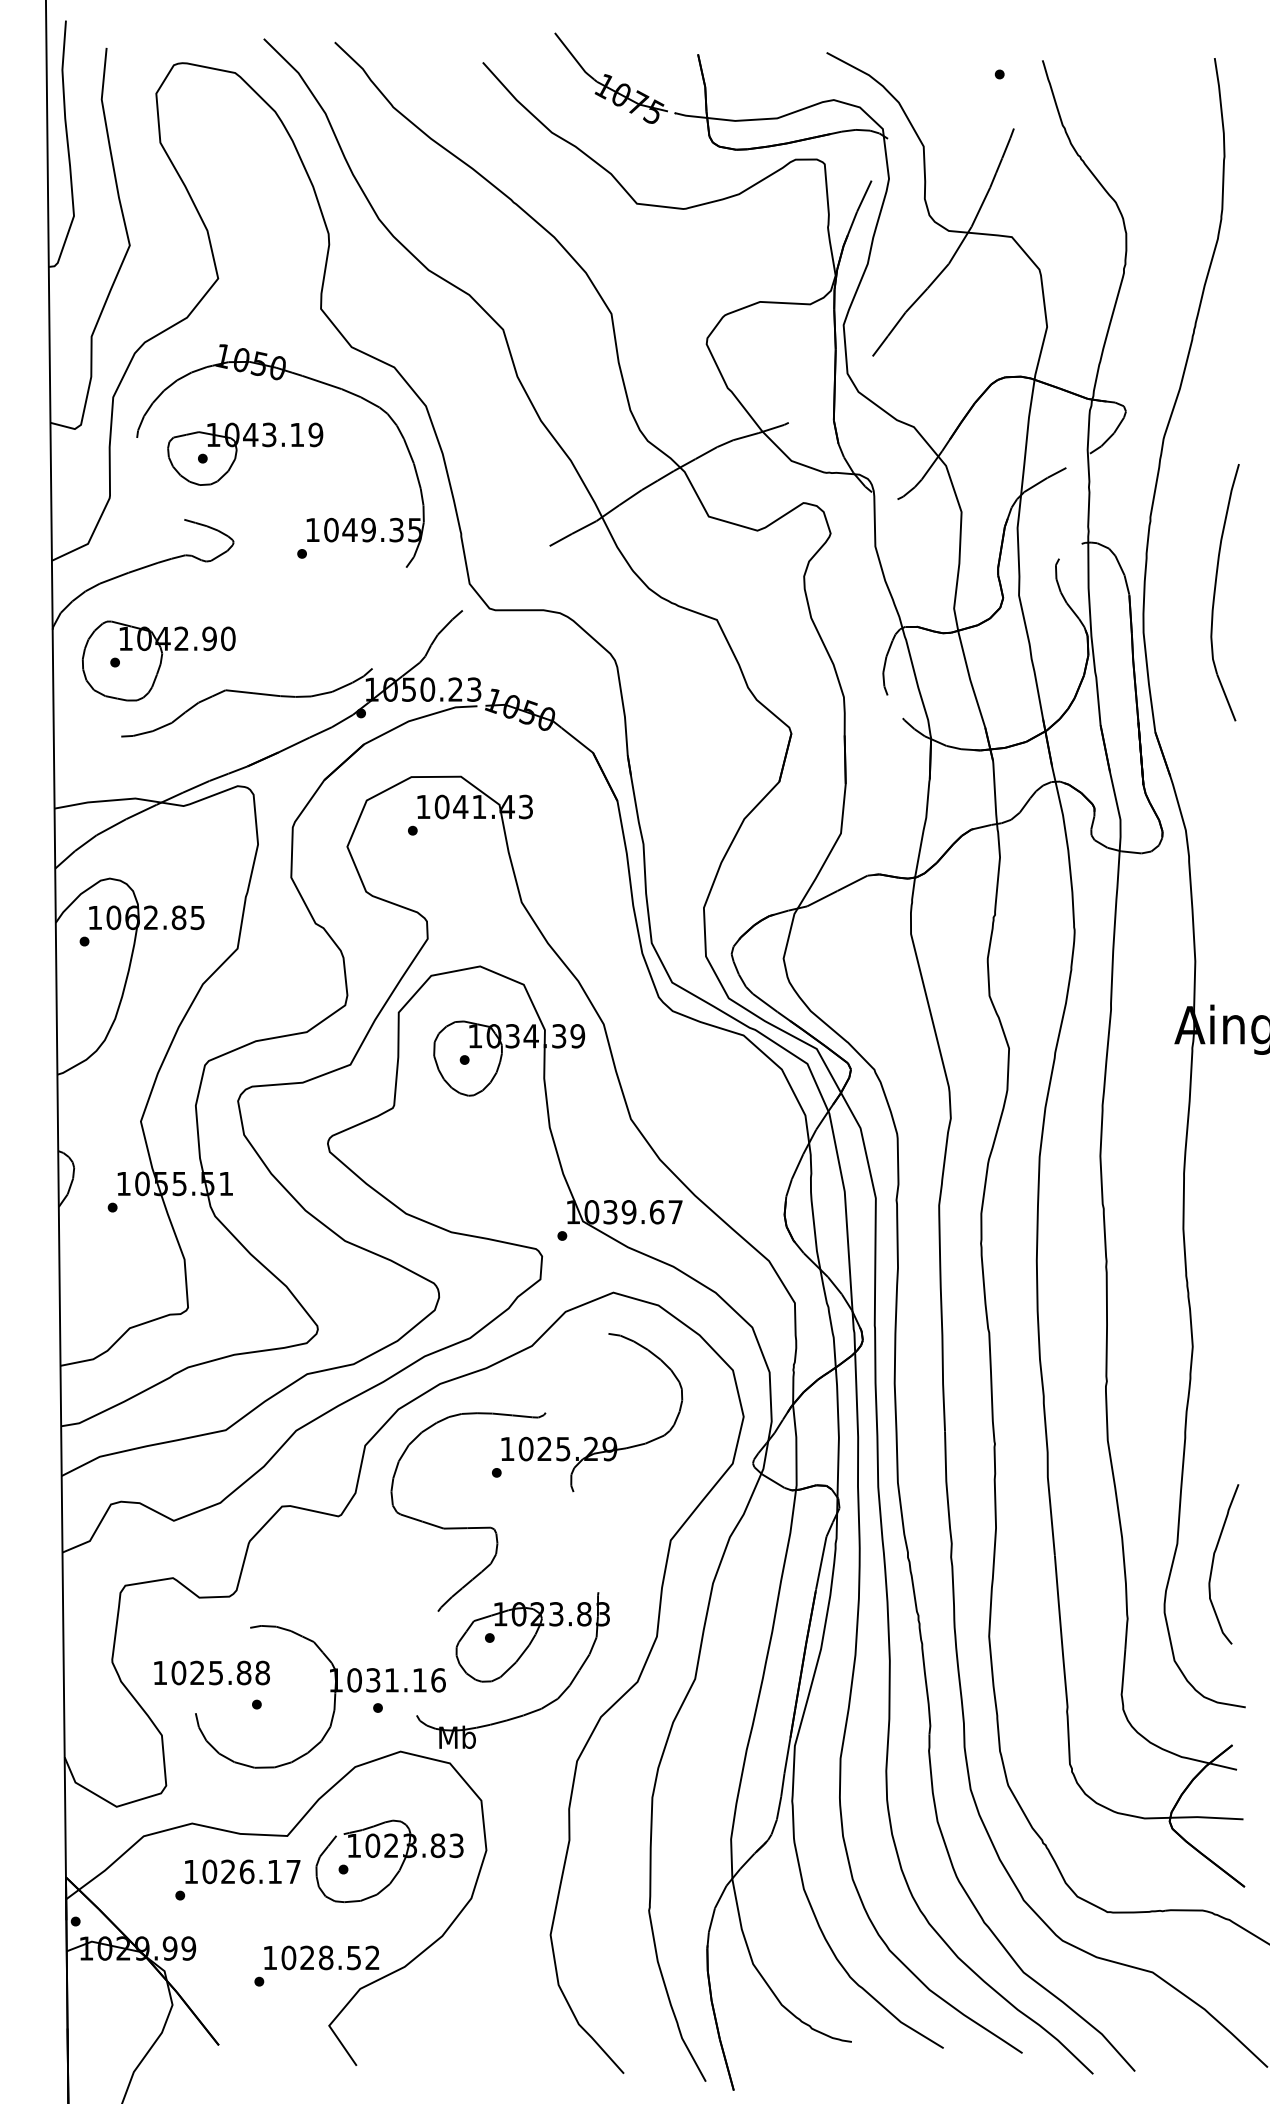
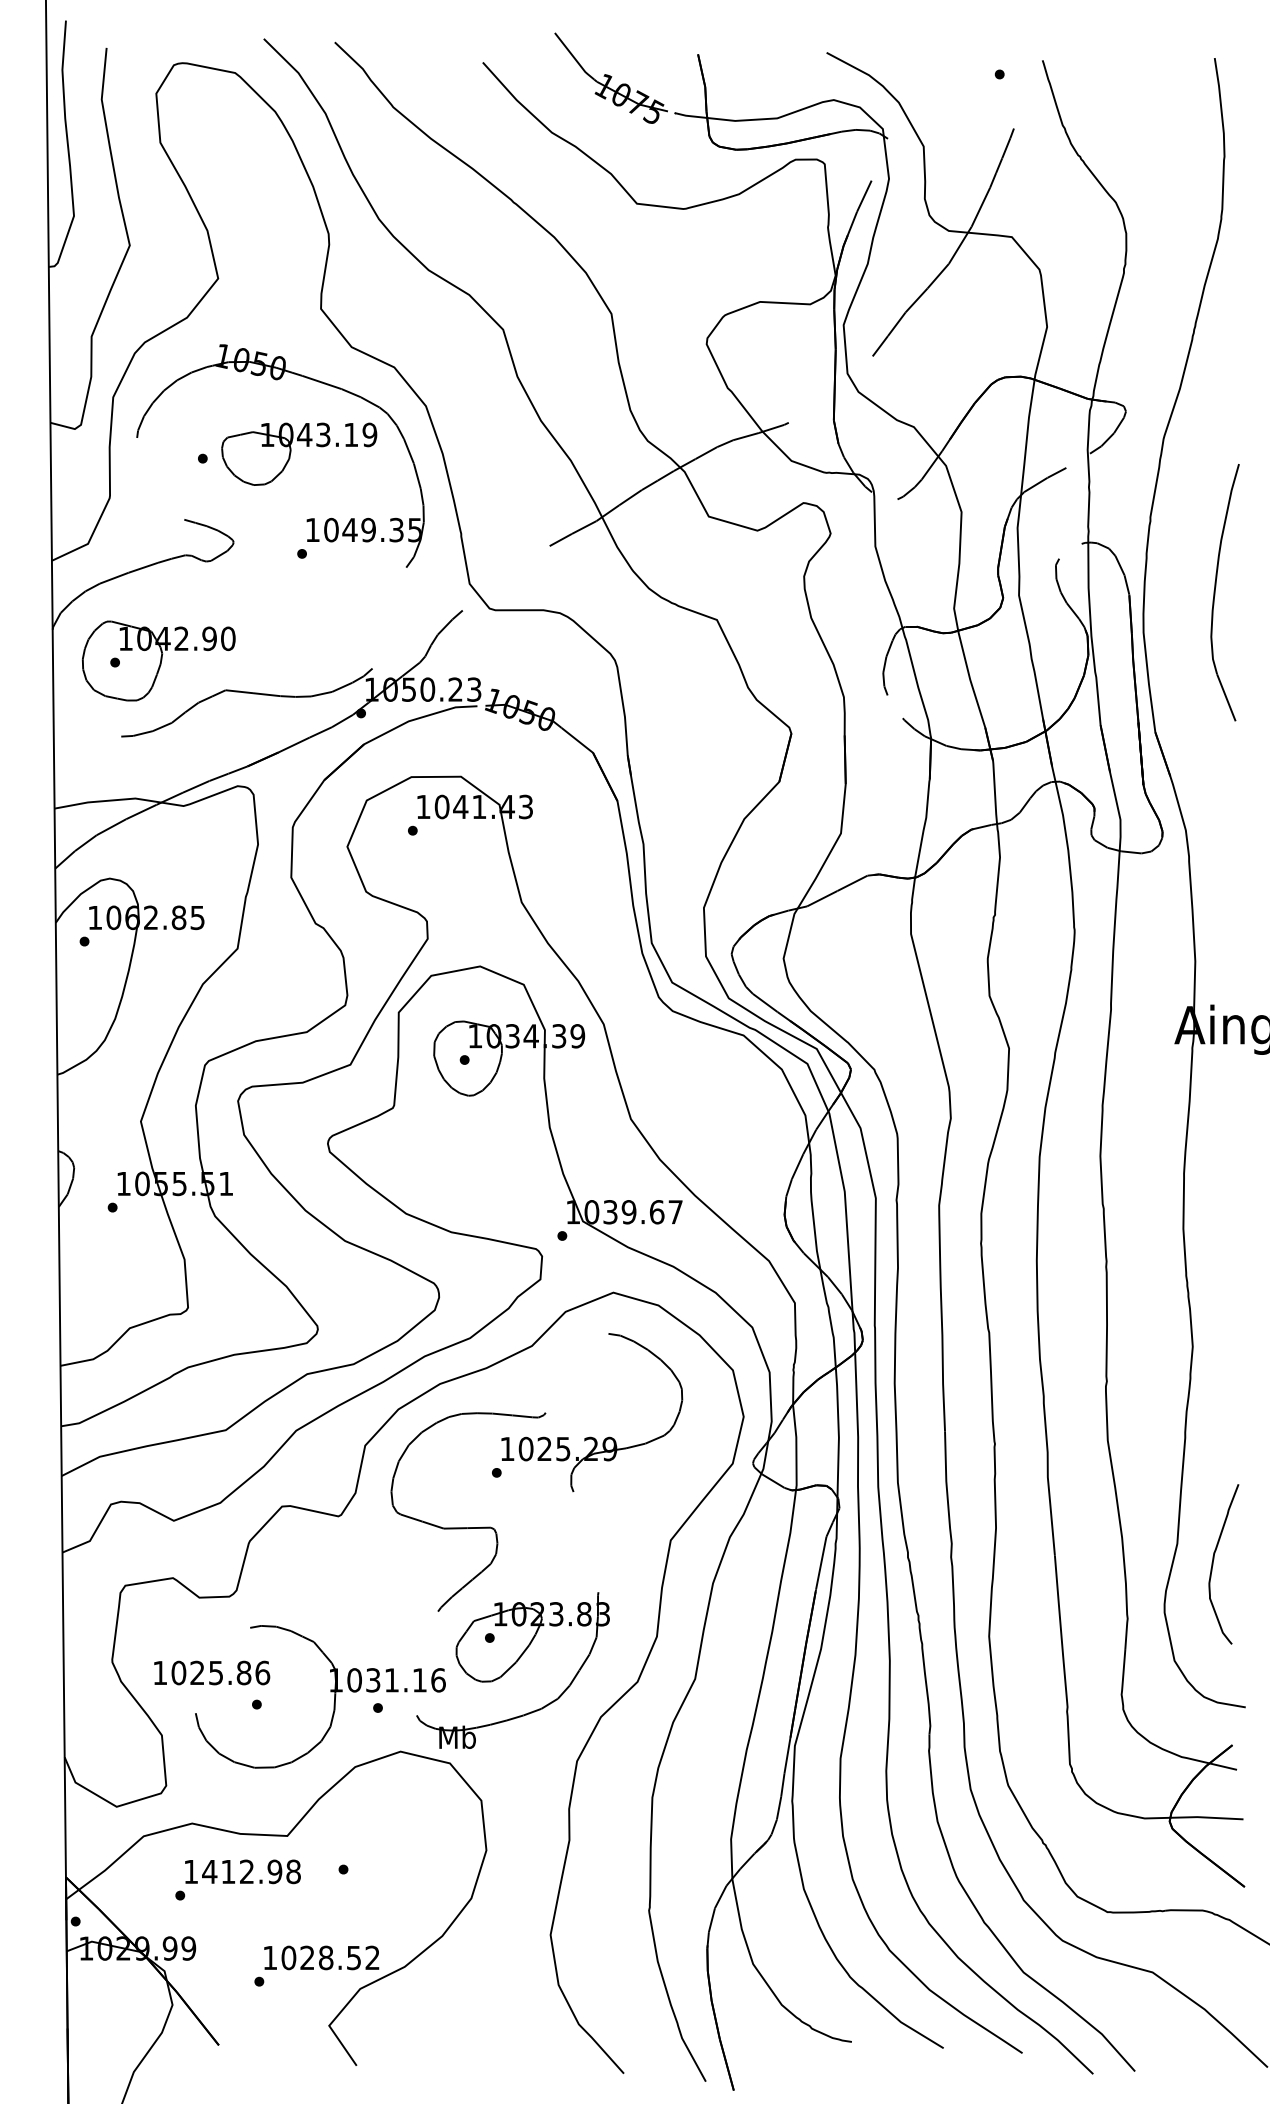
part at (237, 453) position: (237, 453) -> (291, 453)
text at (262, 1672): 1025.88 -> 1025.86
part at (389, 1861): present -> none
text at (251, 1871): 1026.17 -> 1412.98
